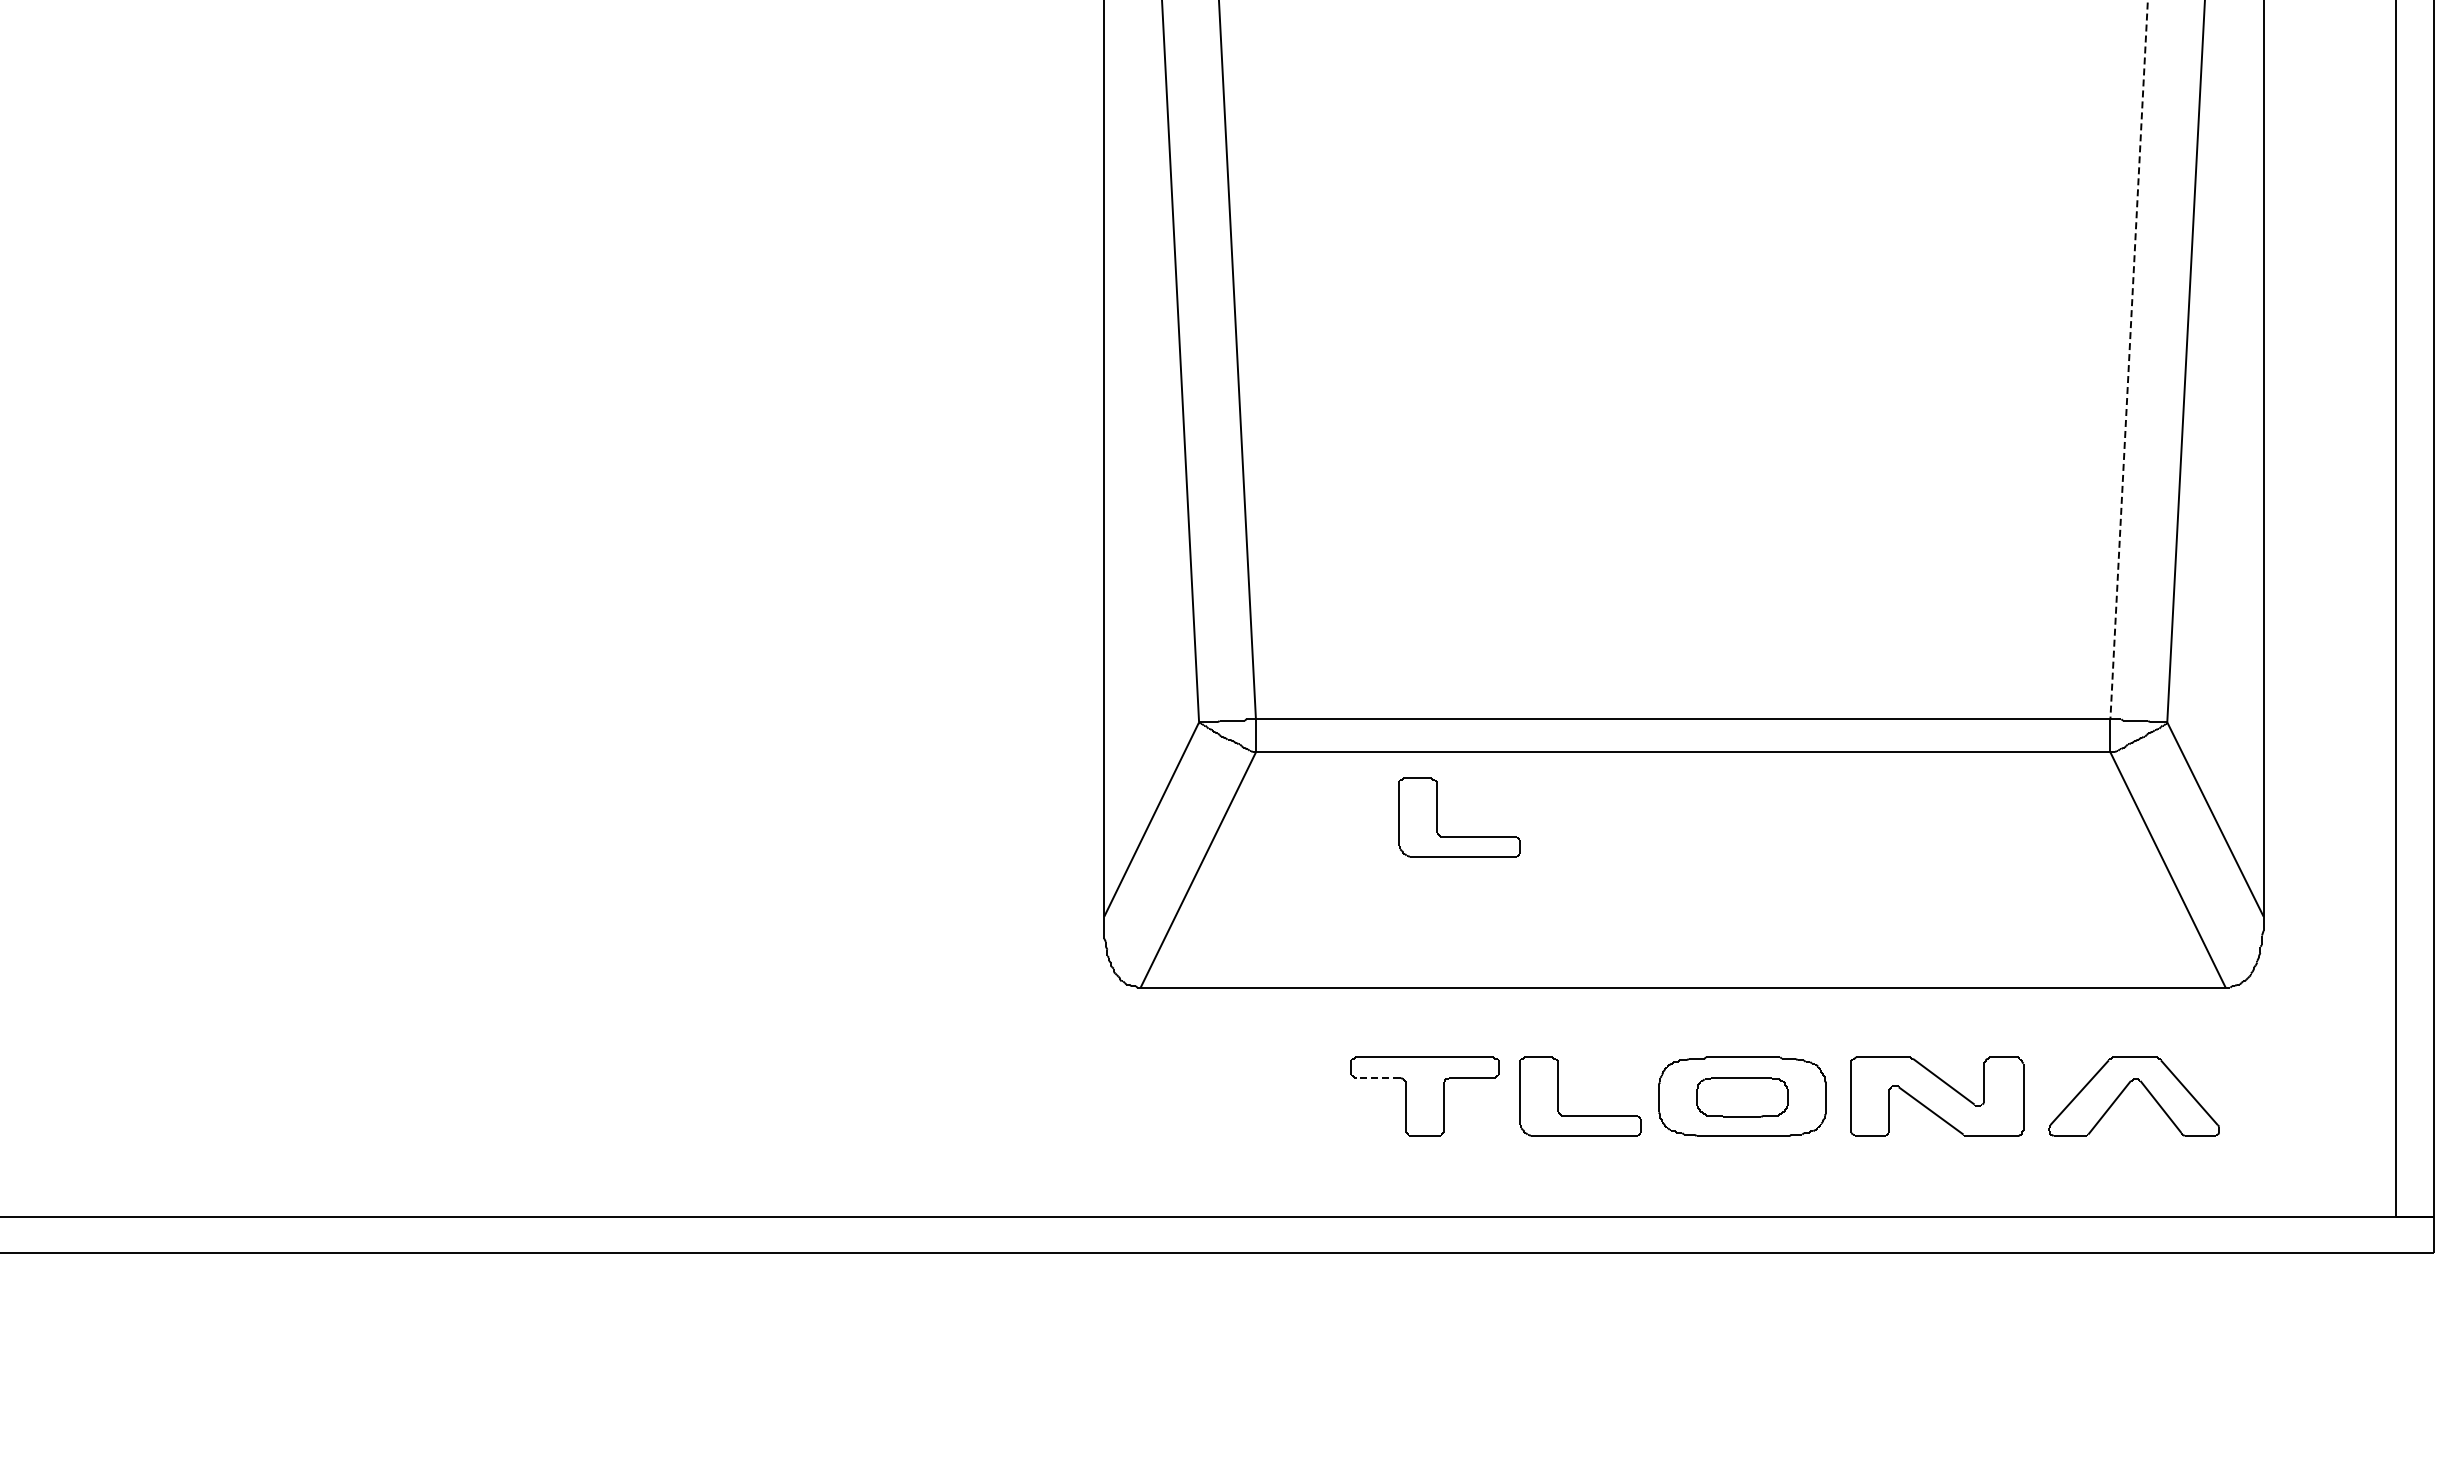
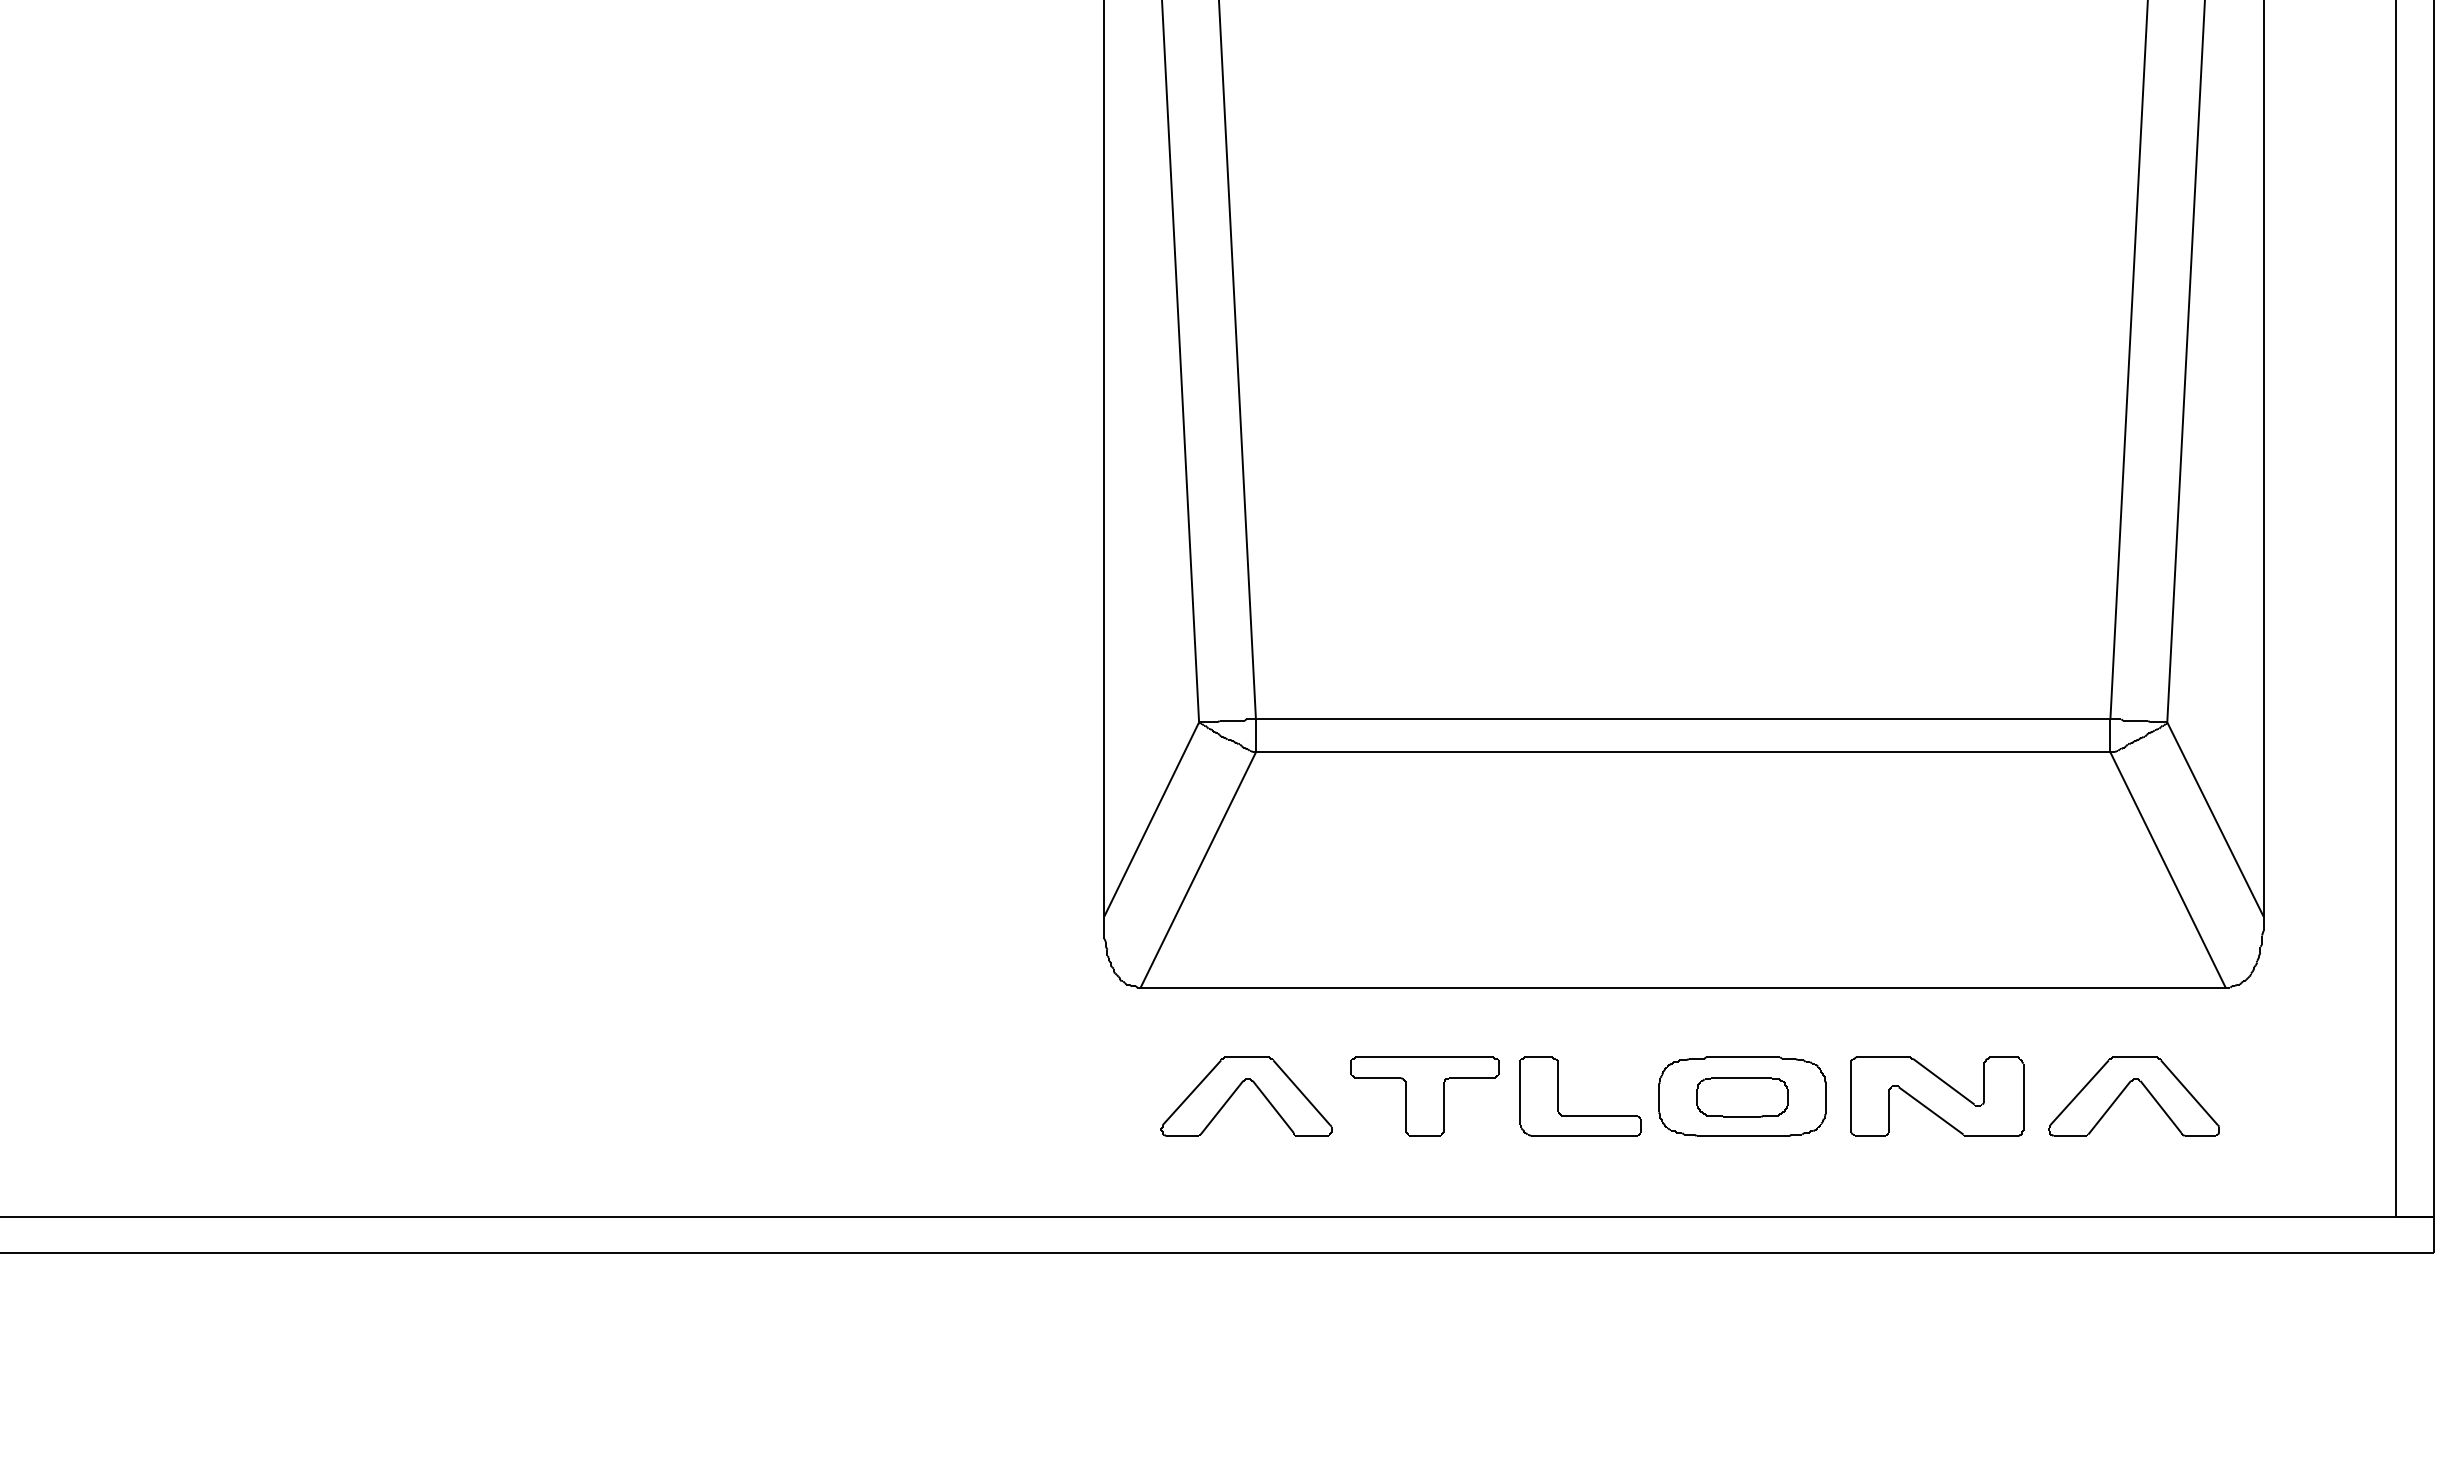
line at (2129, 359): dashed -> solid
part at (1459, 836): present -> none
line at (1377, 1077): dashed -> solid
part at (1236, 1091): none -> present
